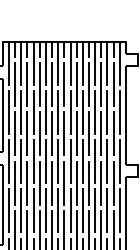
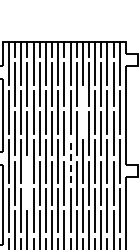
line at (82, 111): present -> none
line at (70, 161): solid -> dashed
line at (27, 182): present -> none
